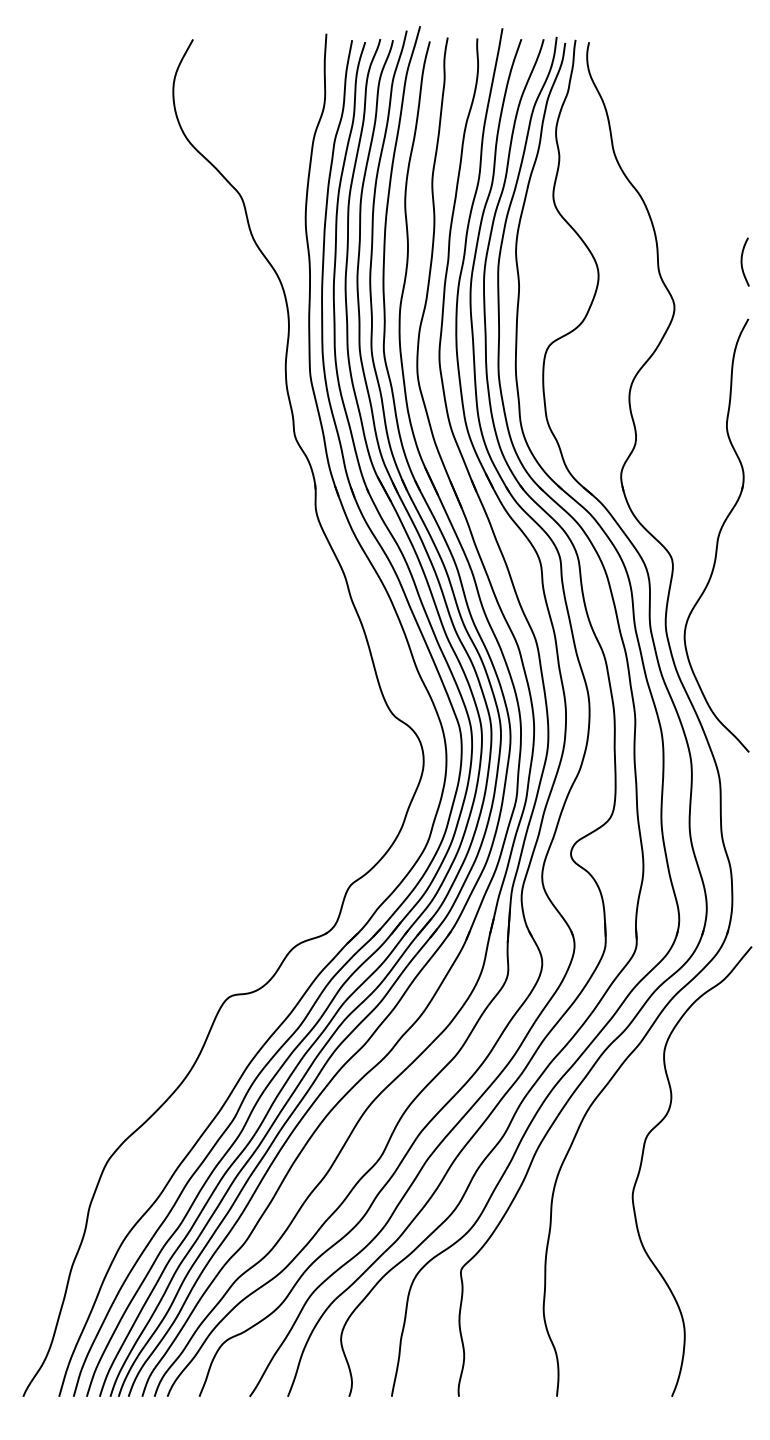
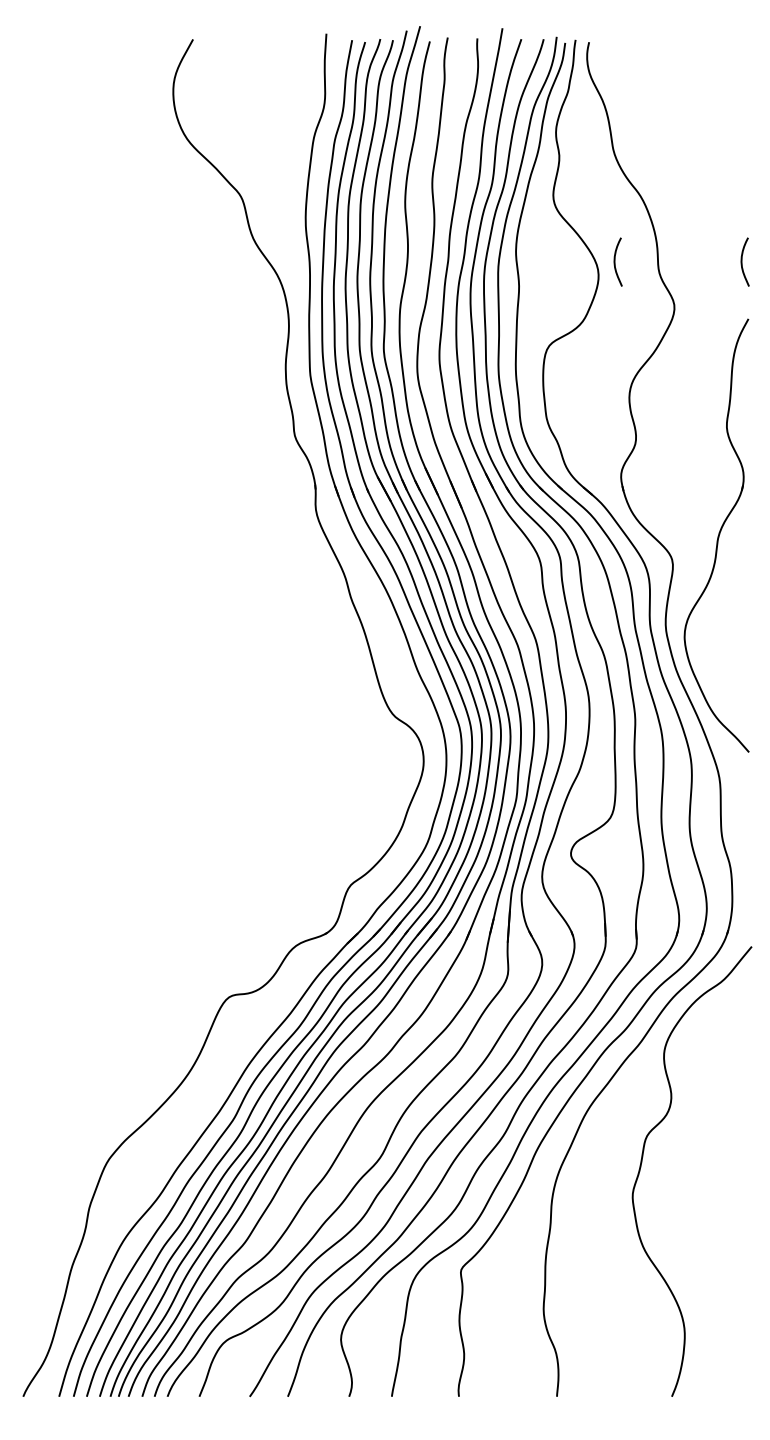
curve at (615, 261): none -> present
